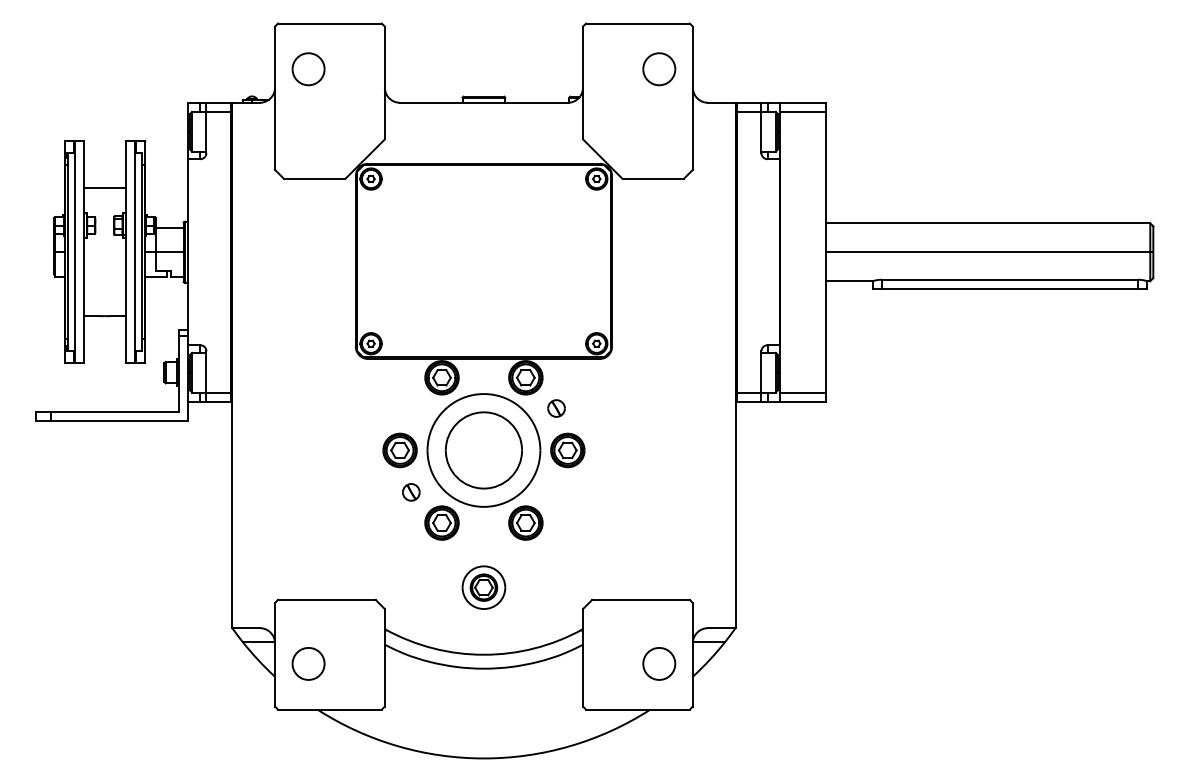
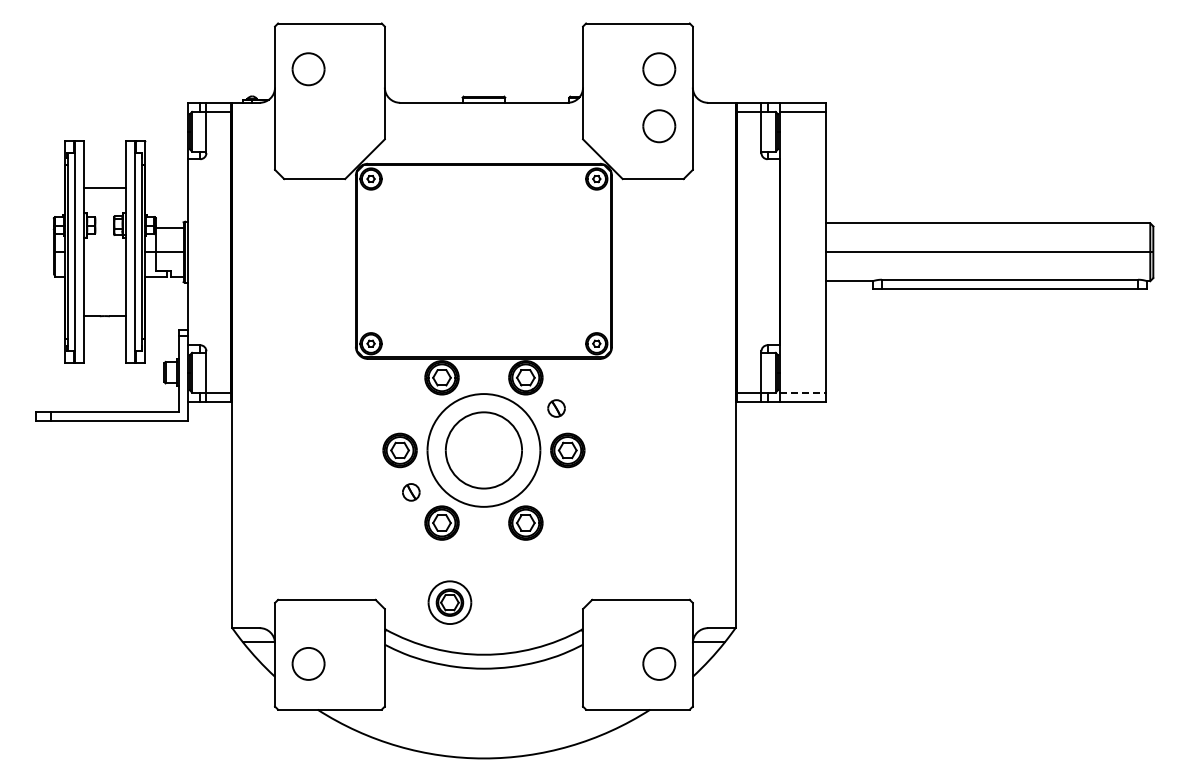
part at (659, 126): none -> present
line at (802, 392): solid -> dashed
part at (483, 587) position: (483, 587) -> (449, 602)
